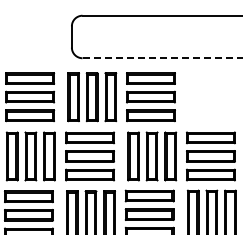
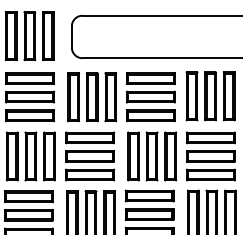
part at (29, 35): none -> present
line at (162, 58): dashed -> solid
part at (210, 96): none -> present
